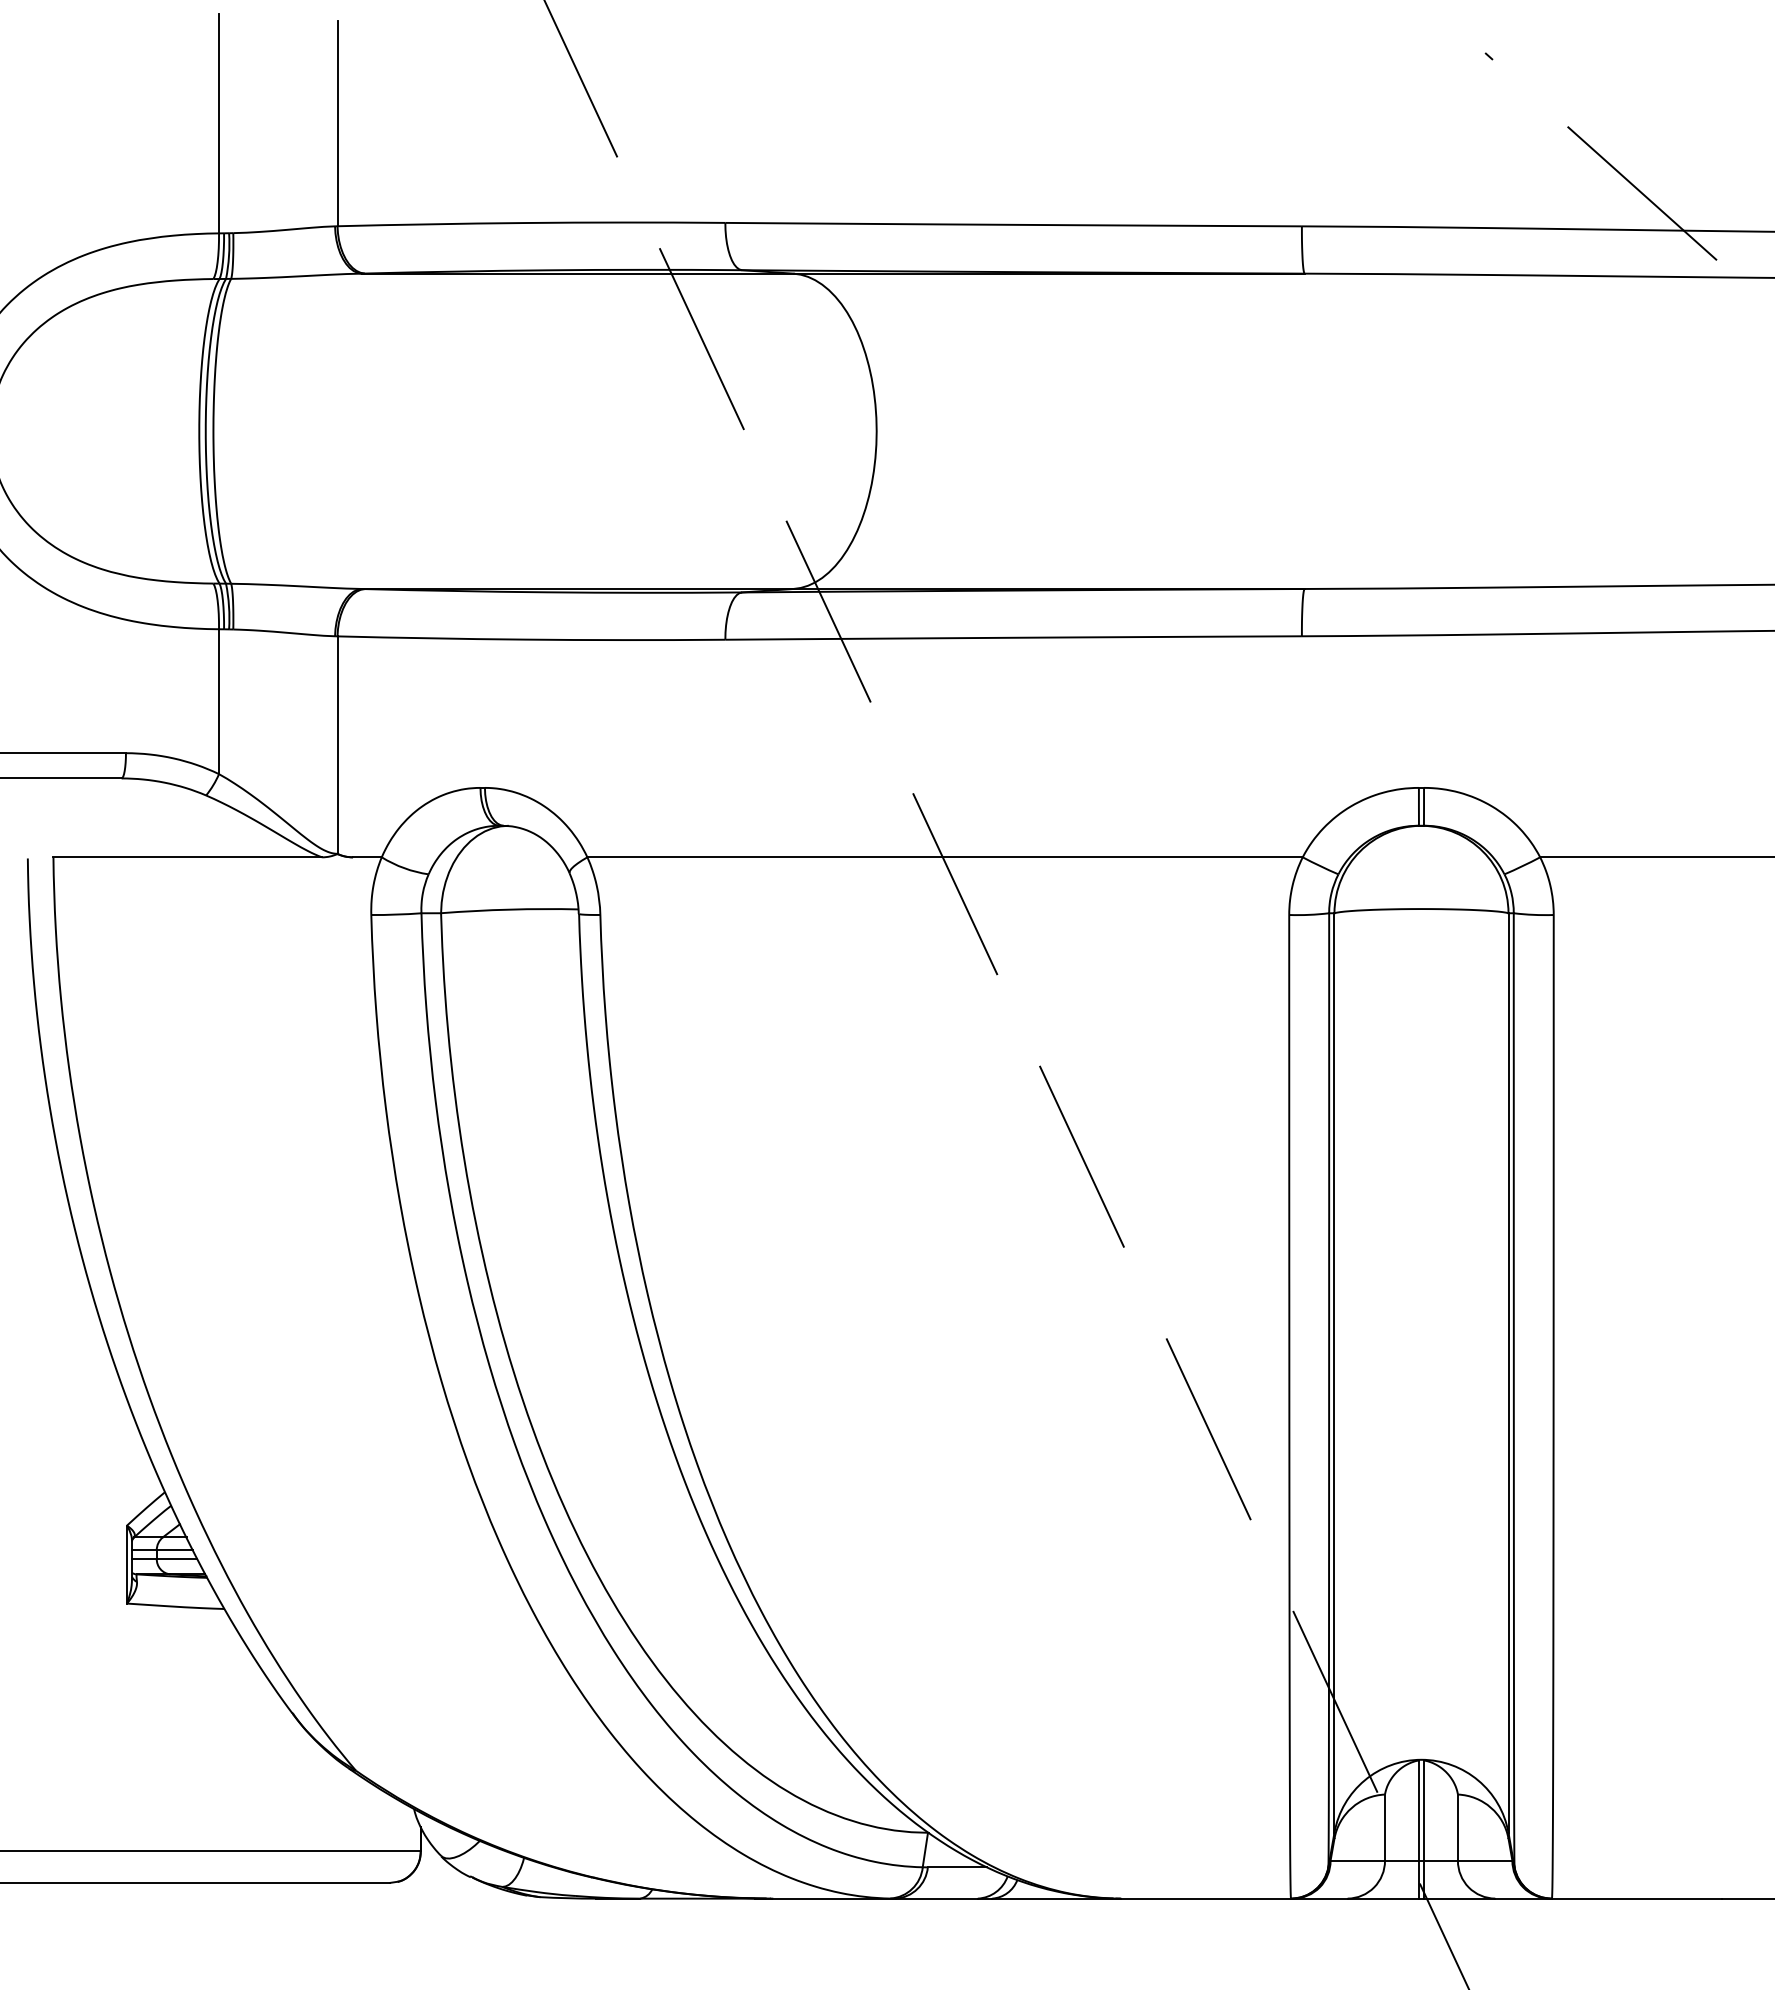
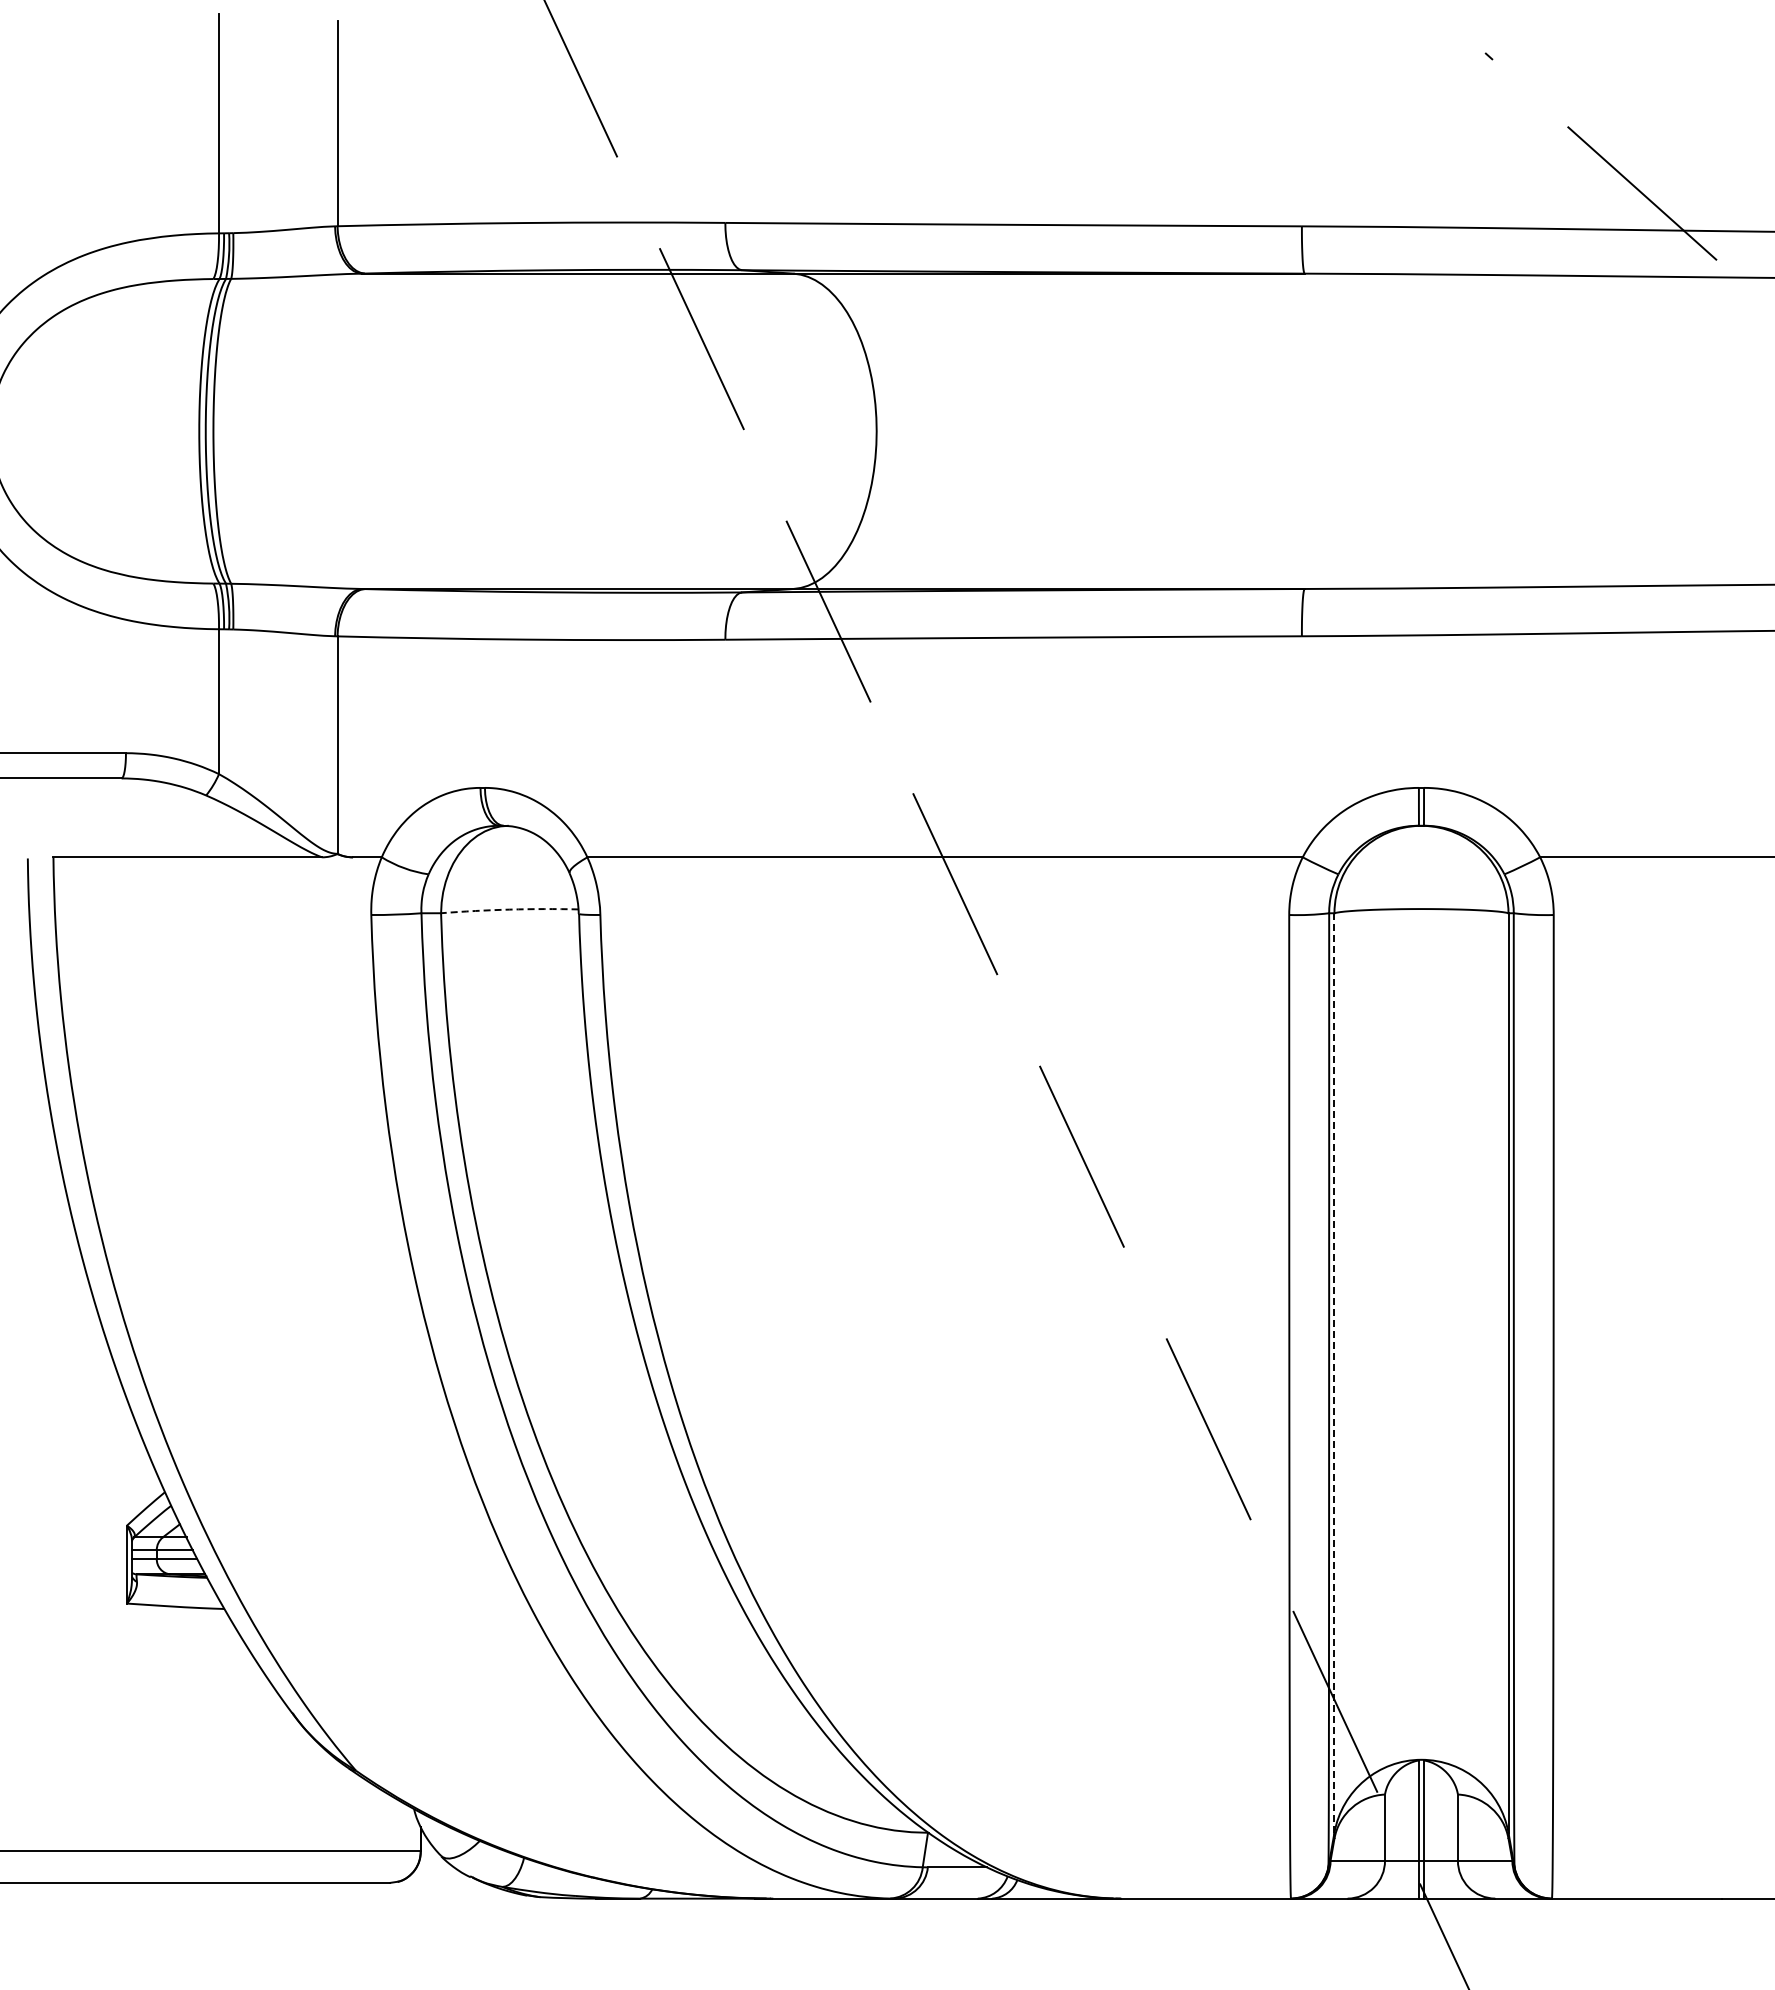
arc at (509, 909): solid -> dashed
line at (1334, 1373): solid -> dashed
